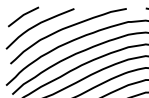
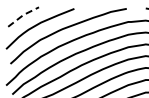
line at (23, 14): solid -> dashed
